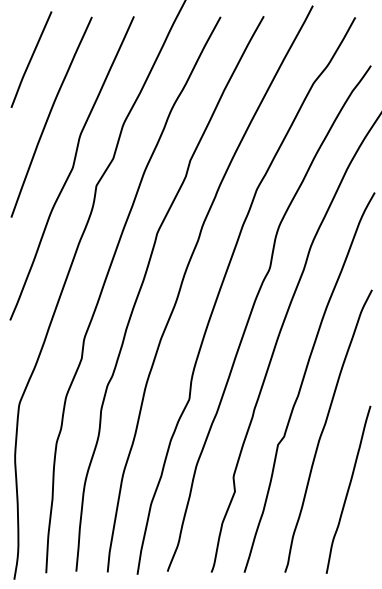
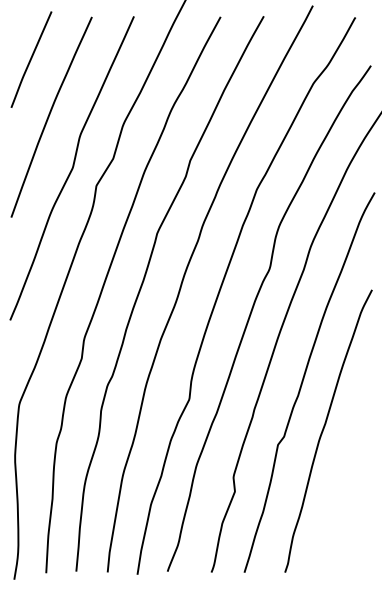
curve at (348, 489): present -> none
